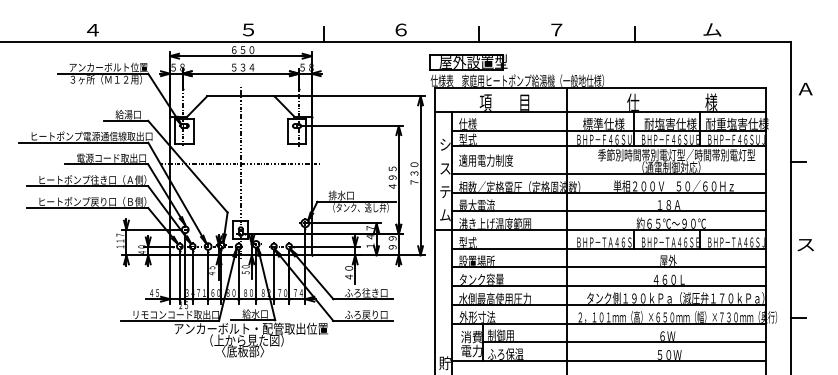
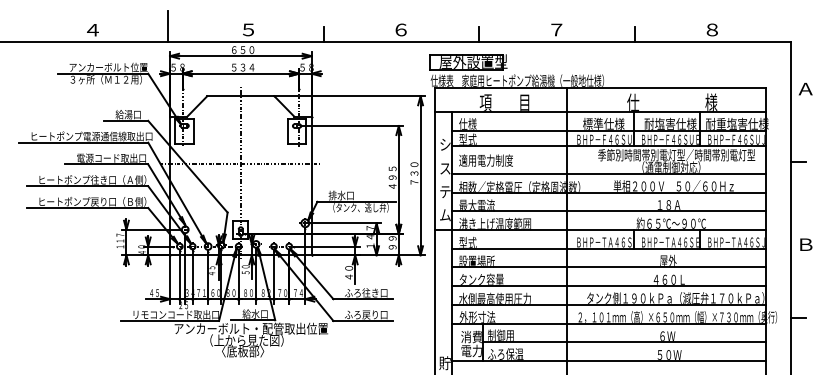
line at (168, 26): none -> present
text at (712, 29): ム -> ８
text at (805, 244): ス -> Ｂ
